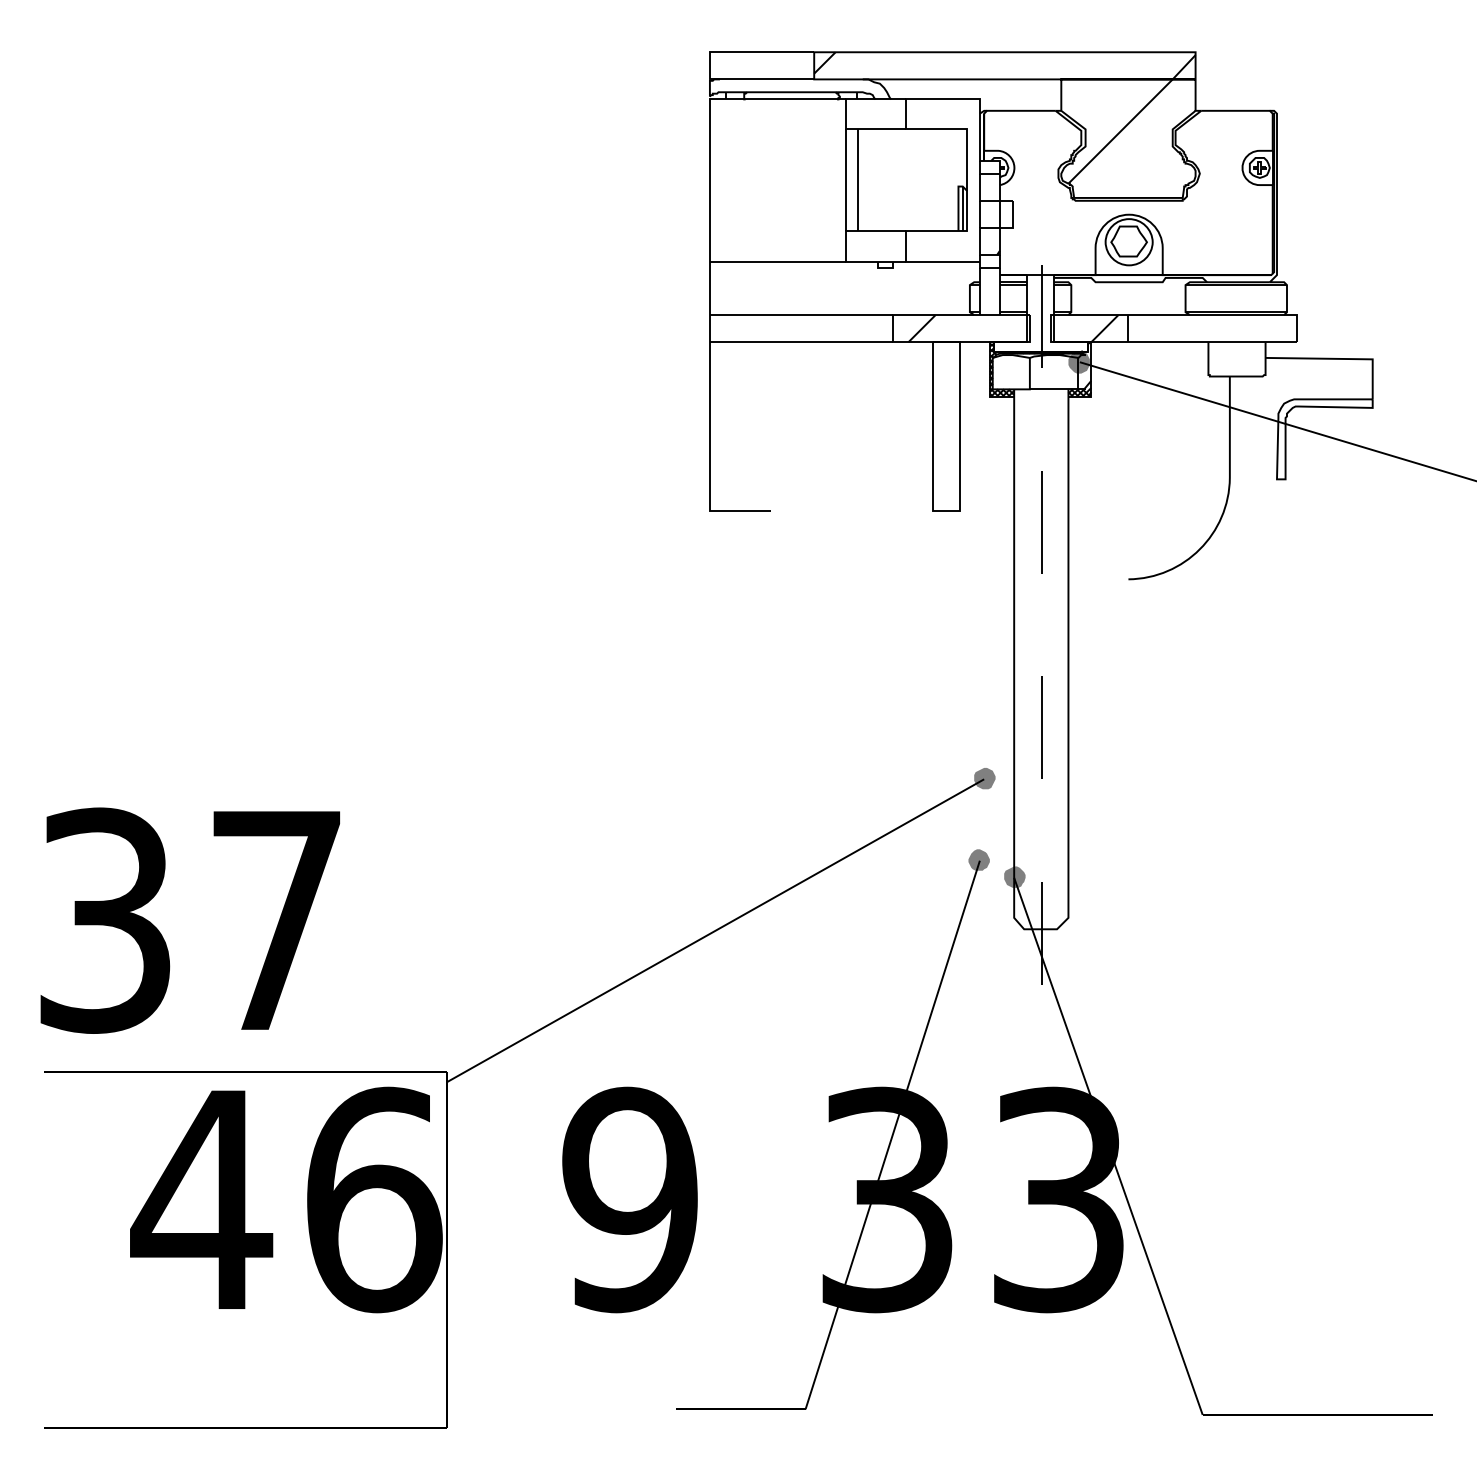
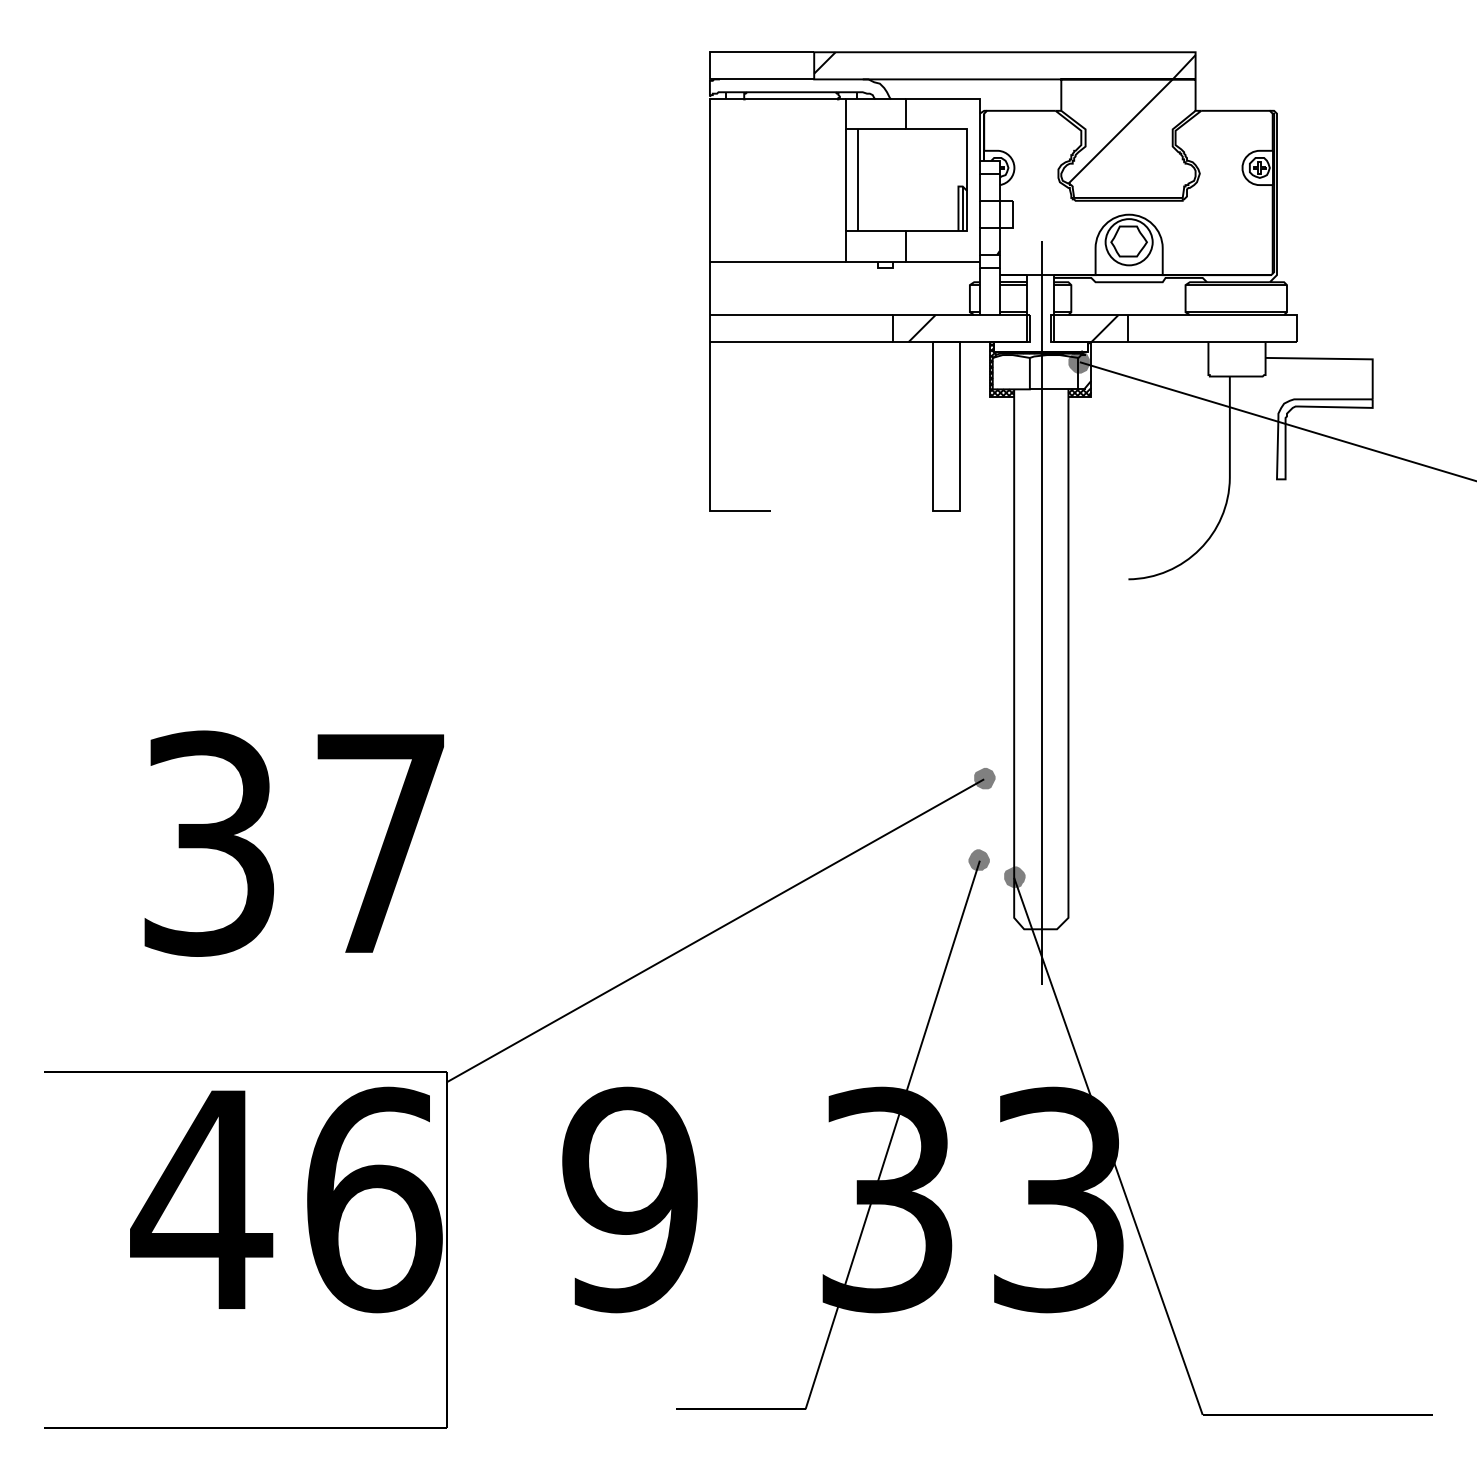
line at (1041, 612): dashed -> solid
text at (189, 920) position: (189, 920) -> (293, 843)
